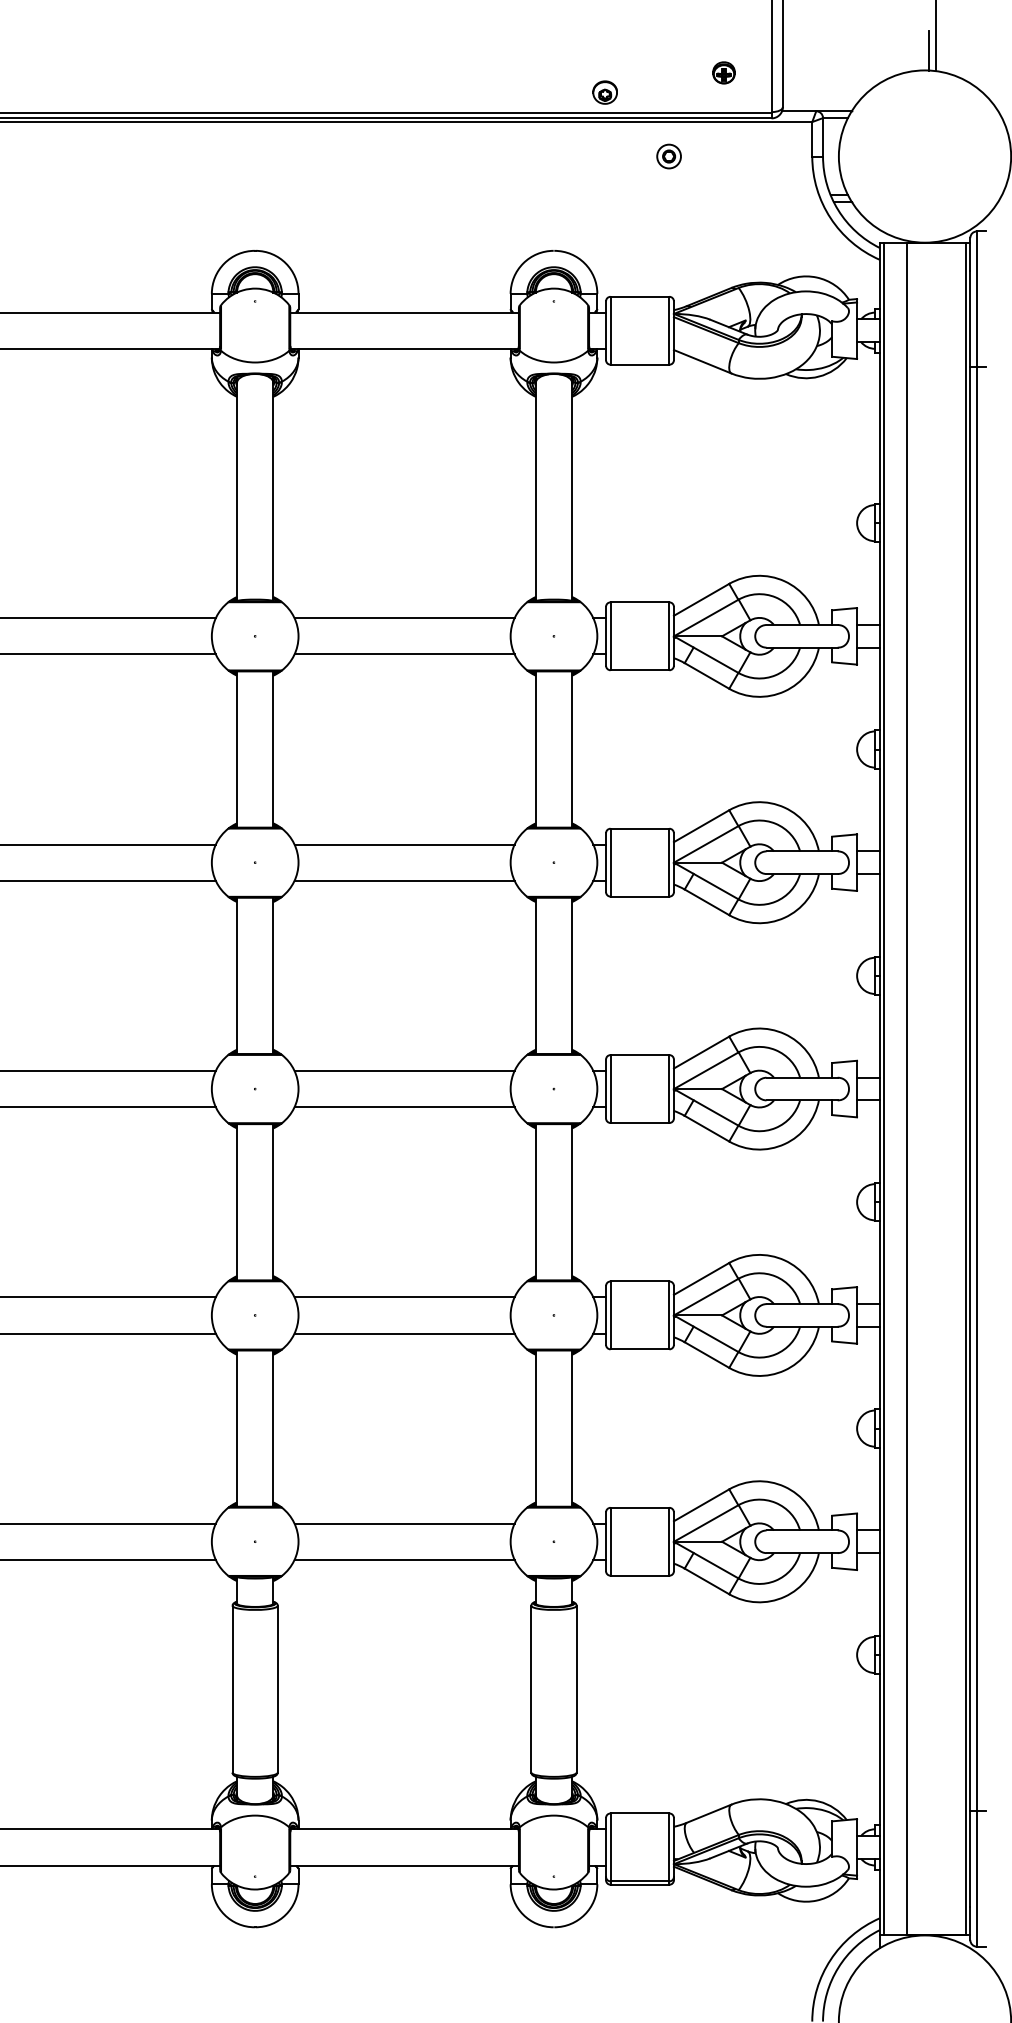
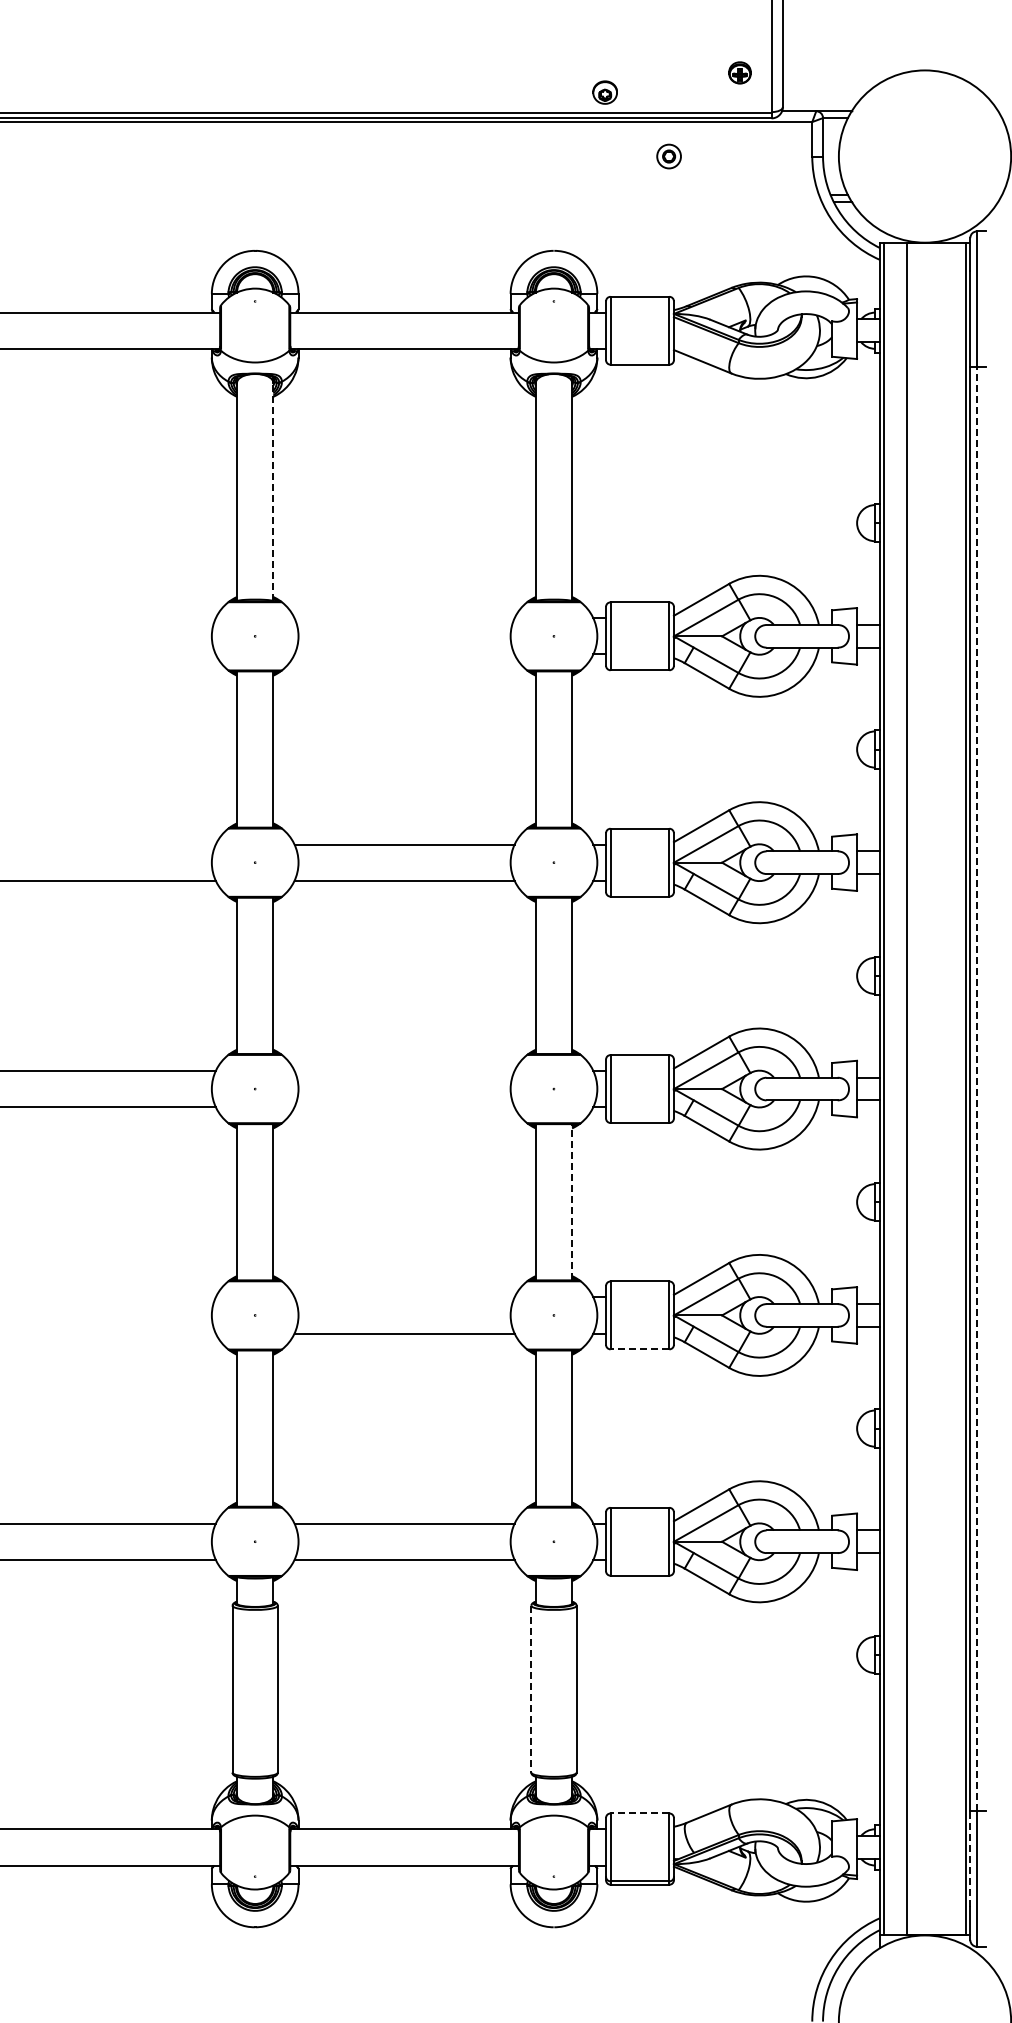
line at (935, 36): present -> none
line at (928, 50): present -> none
part at (723, 72) position: (723, 72) -> (739, 72)
line at (273, 491): solid -> dashed
line at (108, 618): present -> none
line at (404, 618): present -> none
line at (108, 654): present -> none
line at (404, 654): present -> none
line at (108, 844): present -> none
line at (404, 1070): present -> none
line at (977, 1089): solid -> dashed
line at (404, 1107): present -> none
line at (572, 1201): solid -> dashed
line at (108, 1297): present -> none
line at (404, 1297): present -> none
line at (108, 1333): present -> none
line at (639, 1349): solid -> dashed
line at (531, 1689): solid -> dashed
line at (639, 1813): solid -> dashed
line at (970, 1858): solid -> dashed
